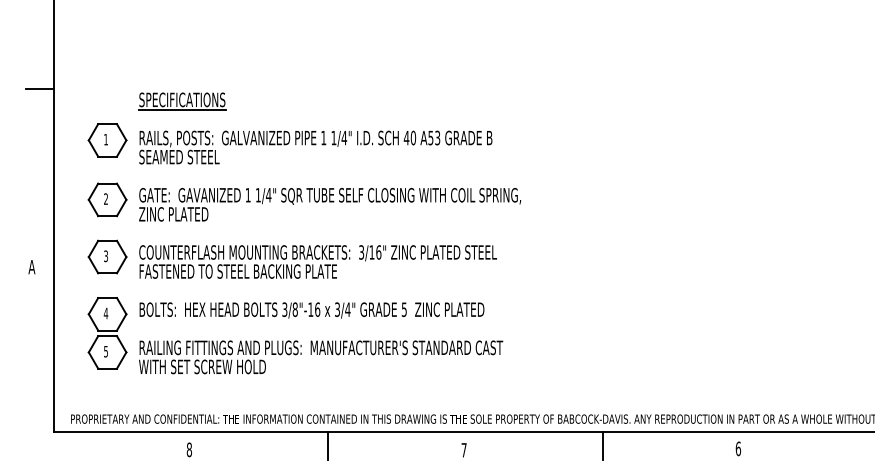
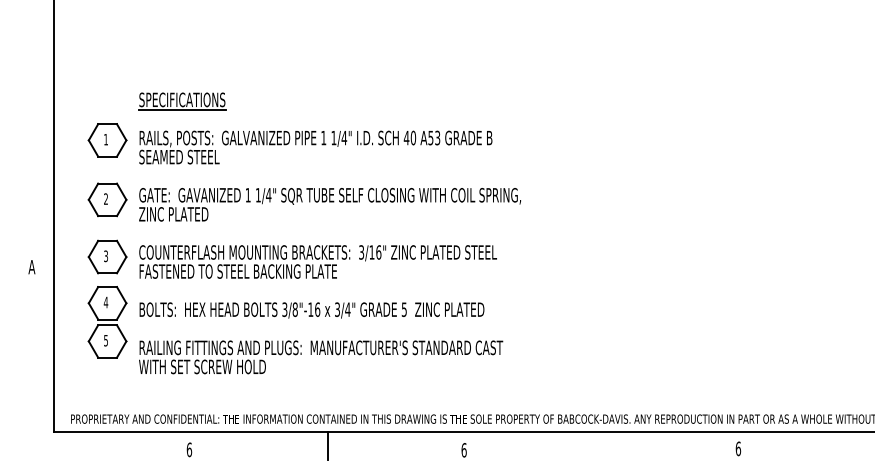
line at (39, 89): present -> none
part at (107, 333) position: (107, 333) -> (107, 322)
line at (602, 445): present -> none
text at (189, 449): 8 -> 6
text at (463, 450): 7 -> 6
